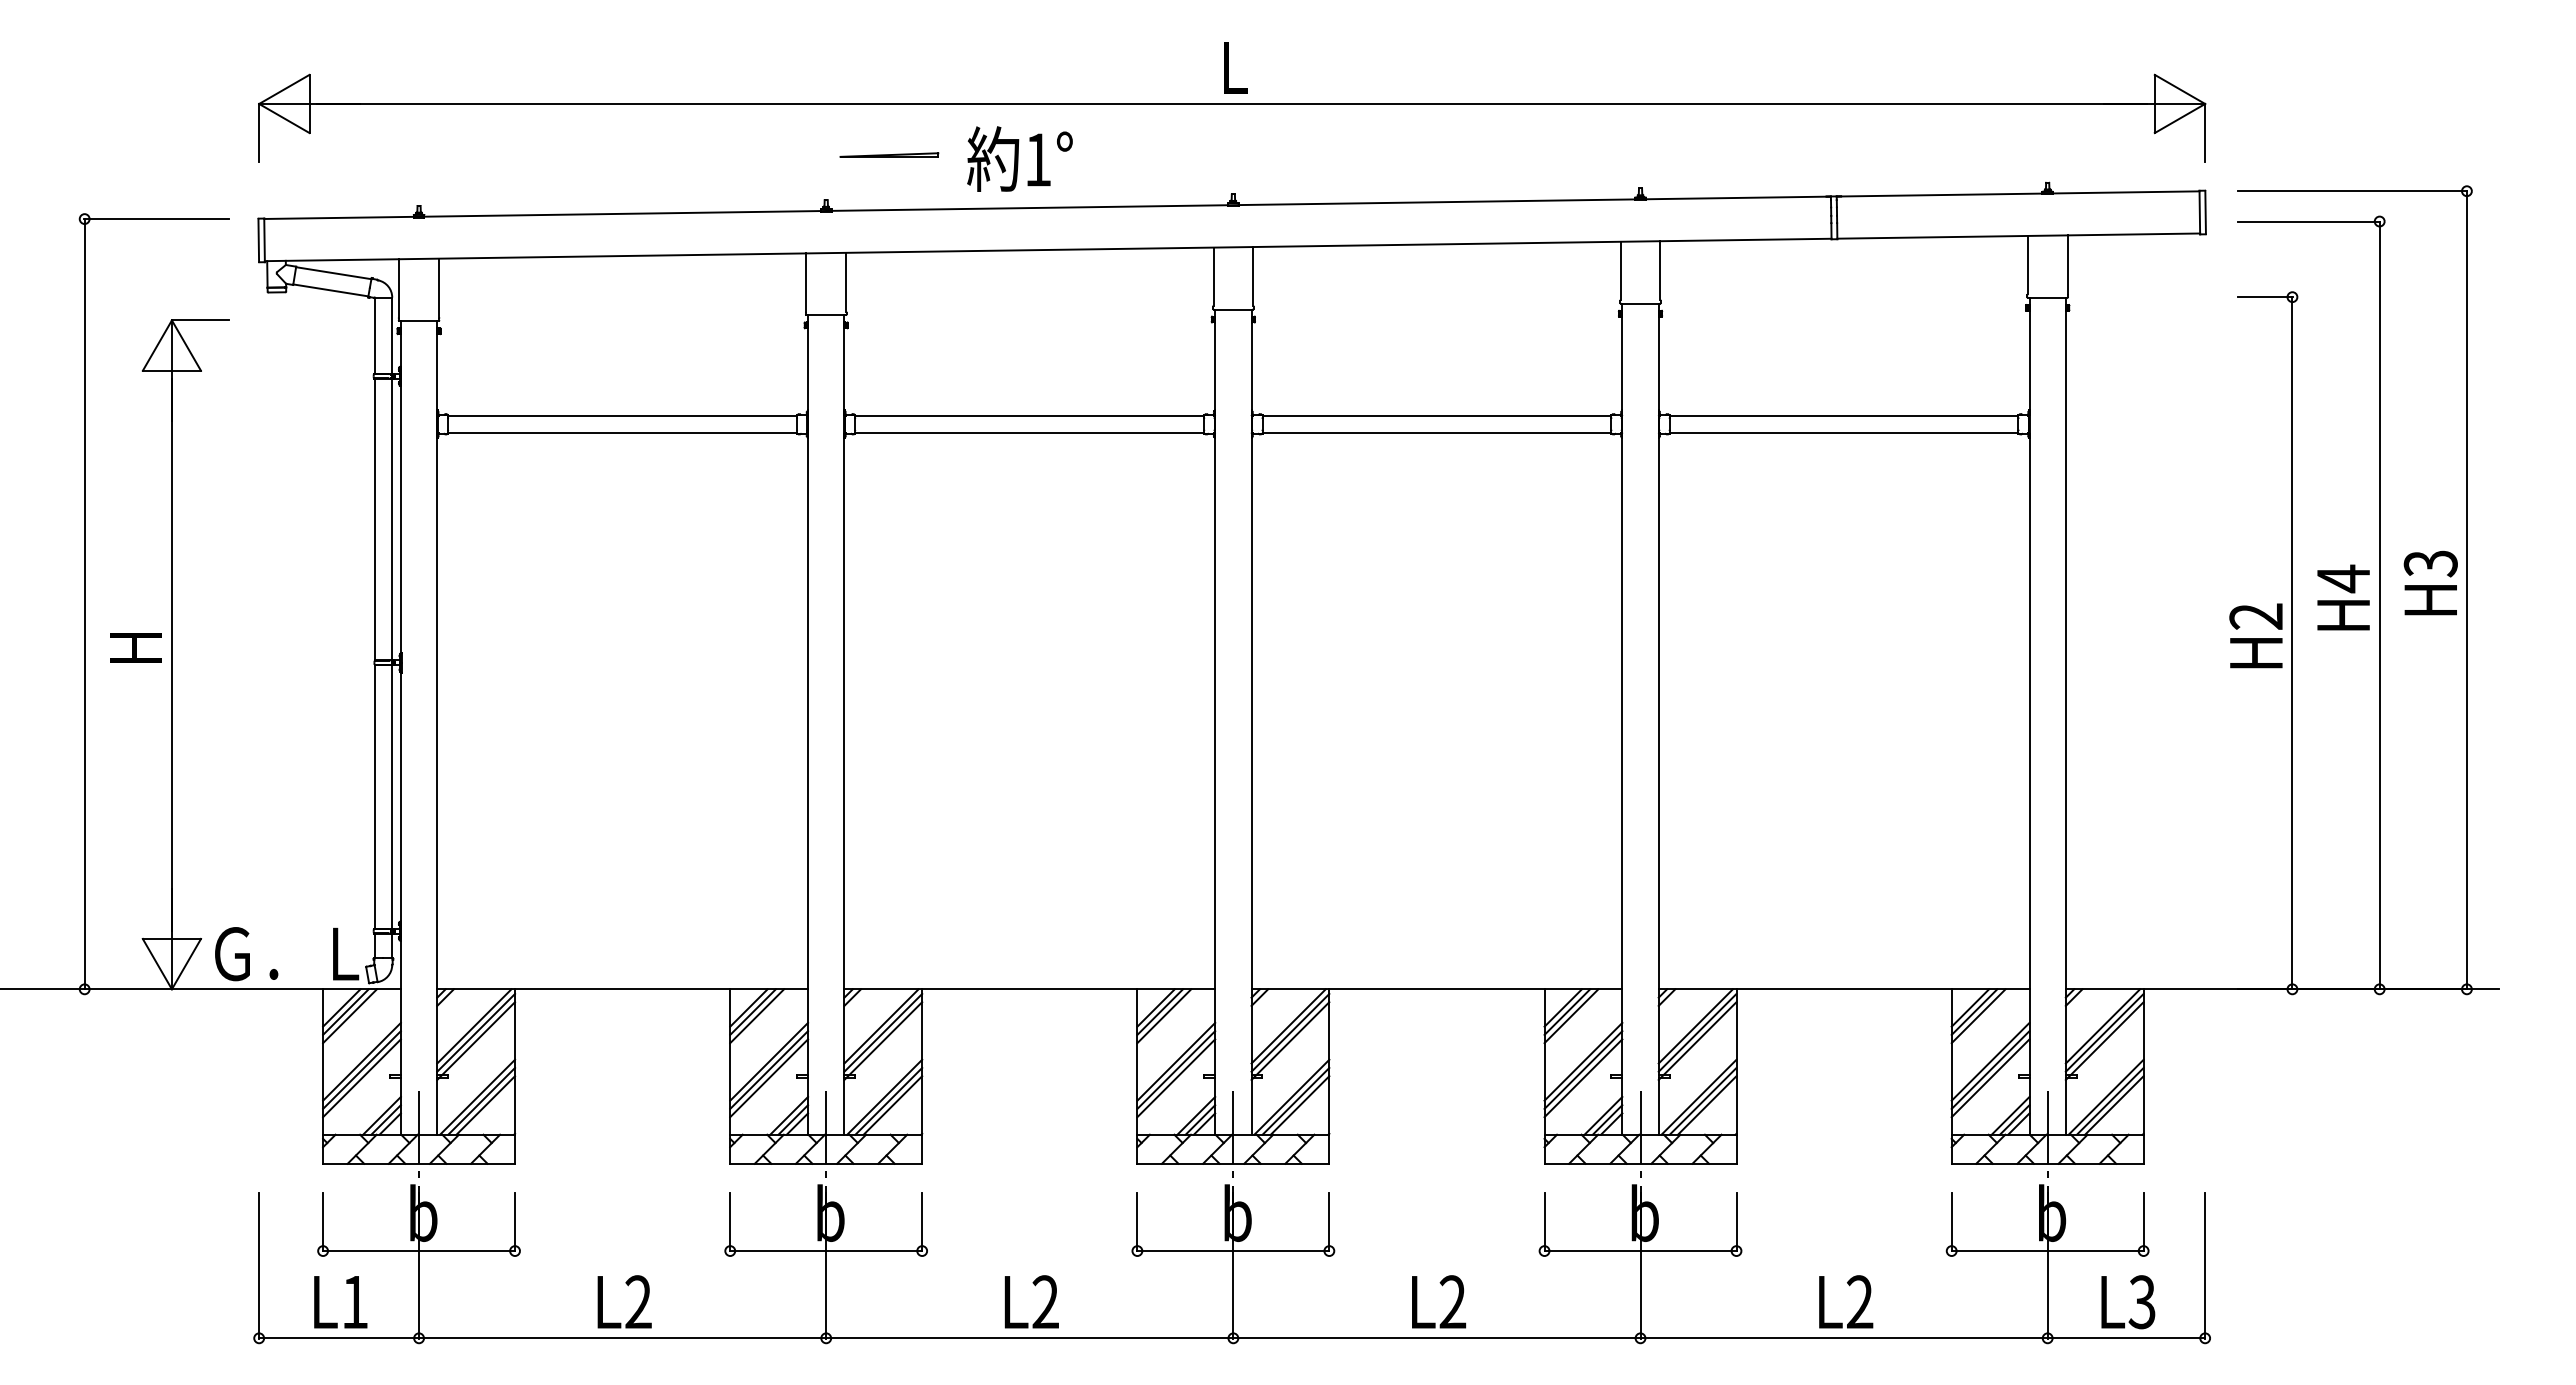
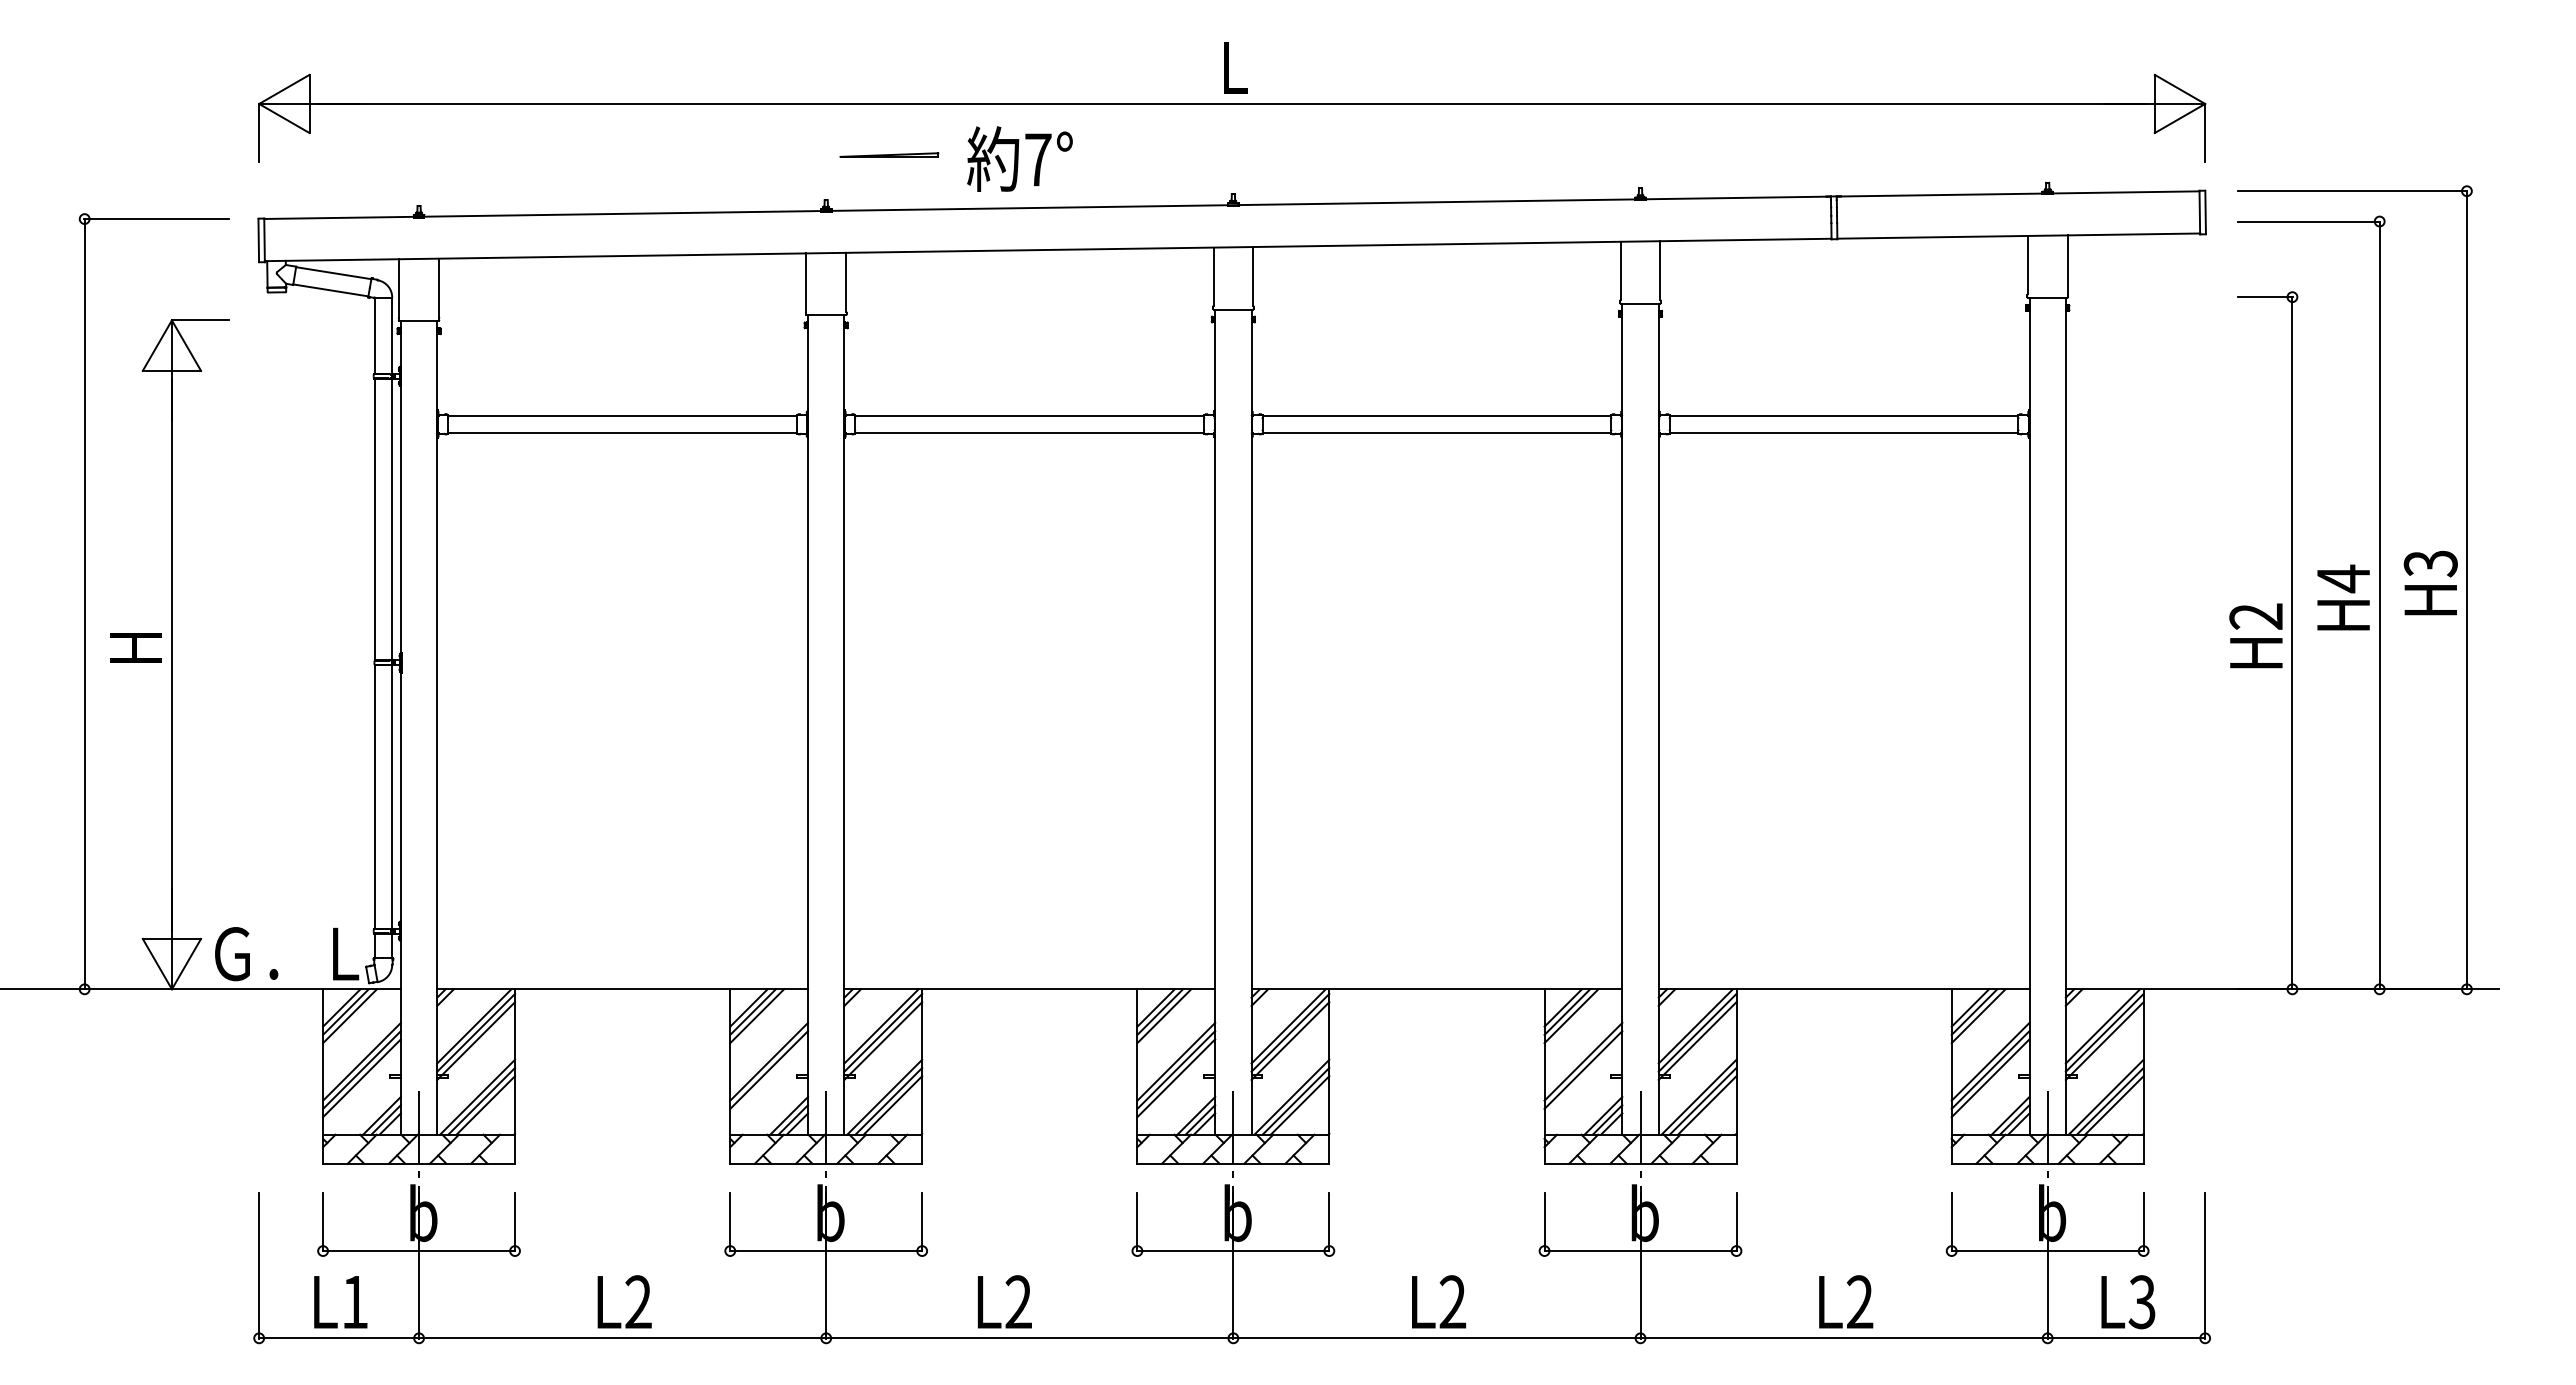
text at (1038, 159): 1° -> 7°
line at (769, 1078): present -> none
line at (1583, 1078): present -> none
text at (1031, 1301) position: (1031, 1301) -> (1004, 1301)
